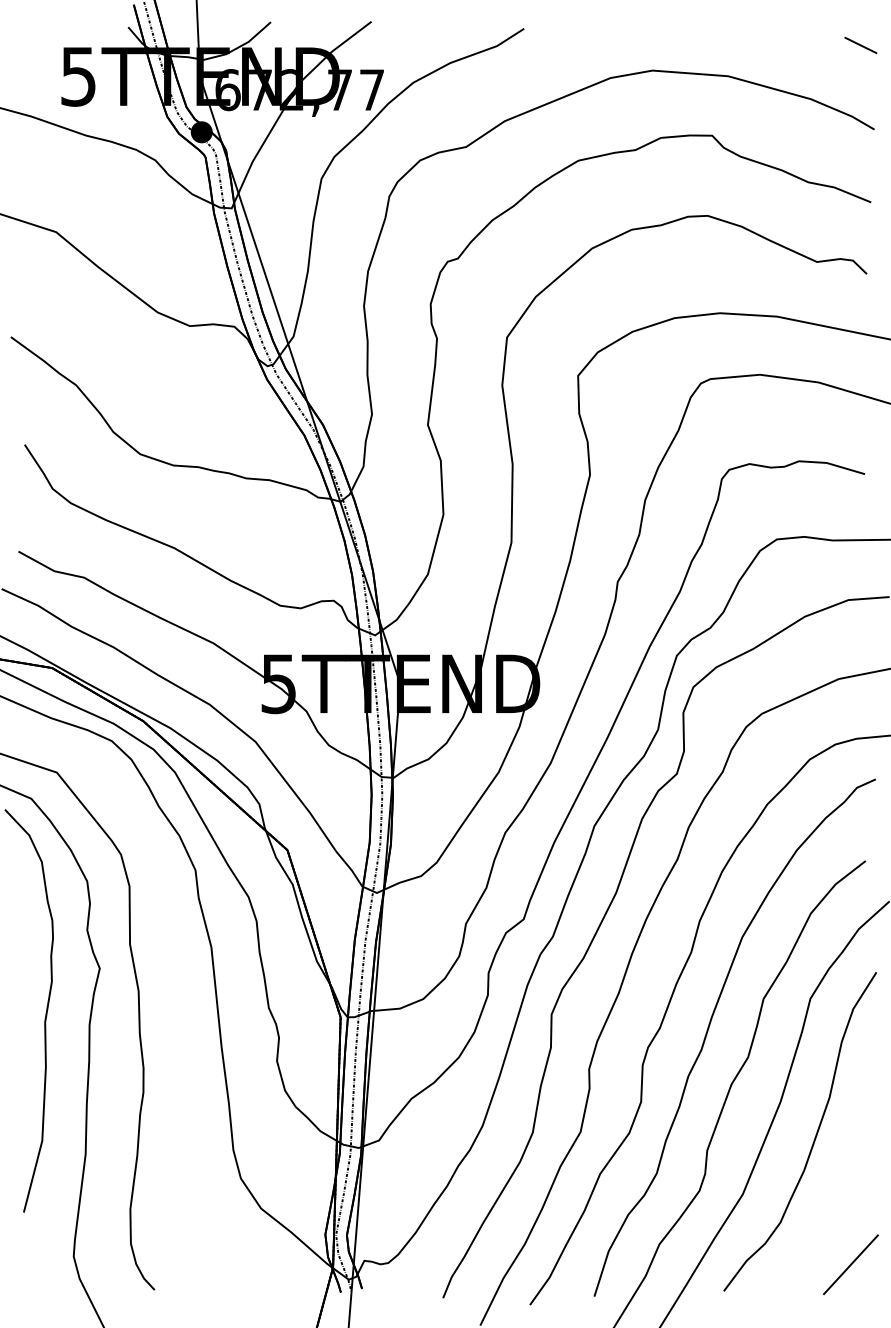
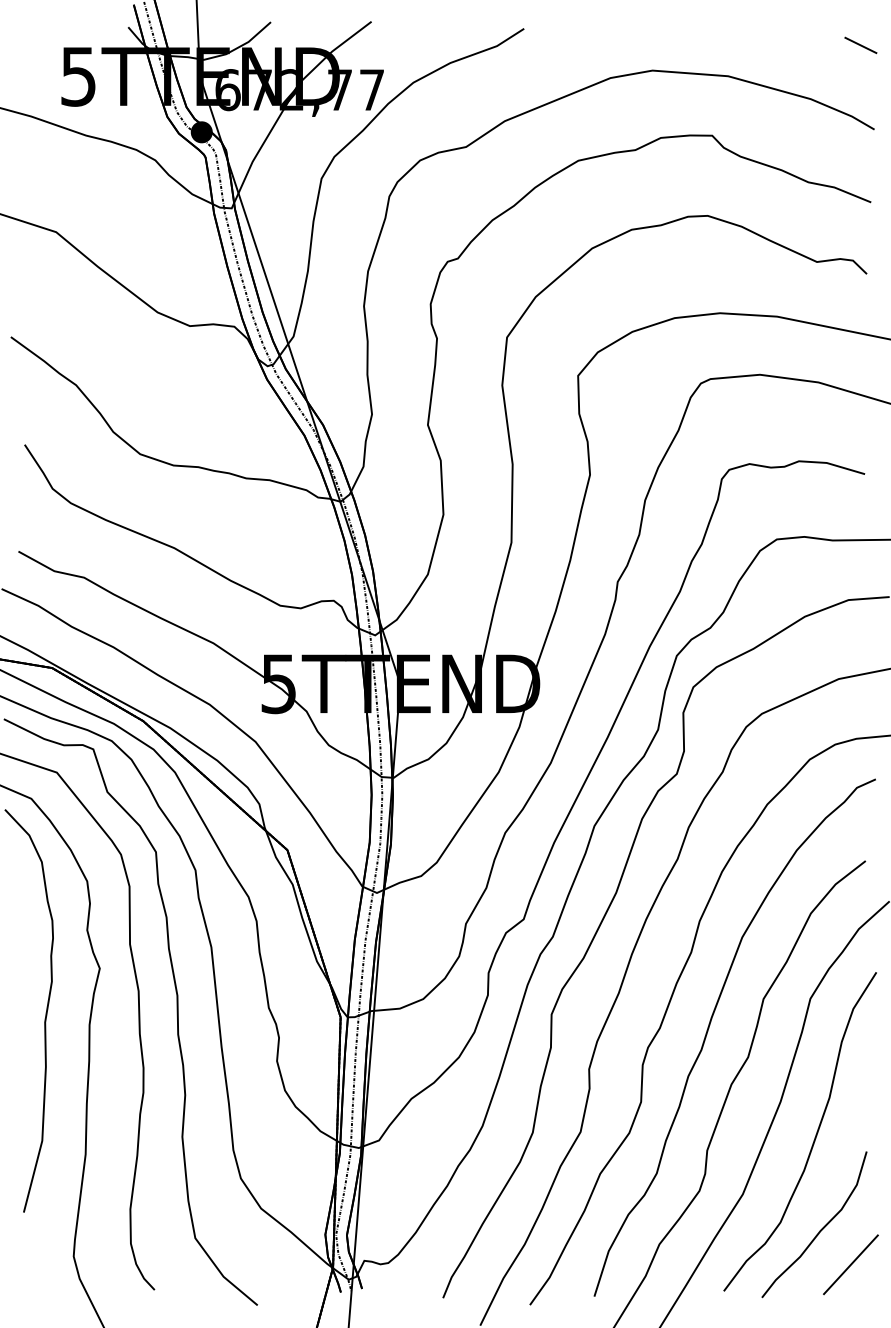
curve at (176, 1011): none -> present
curve at (820, 1229): none -> present
